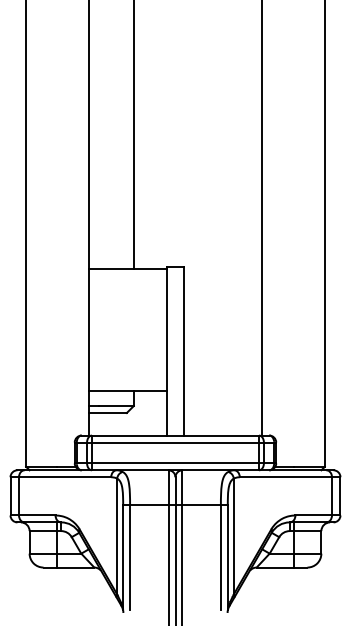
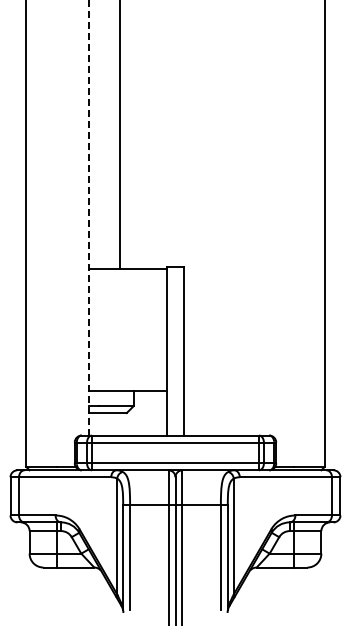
line at (133, 135) position: (133, 135) -> (119, 135)
line at (88, 217): solid -> dashed
line at (262, 218): present -> none
